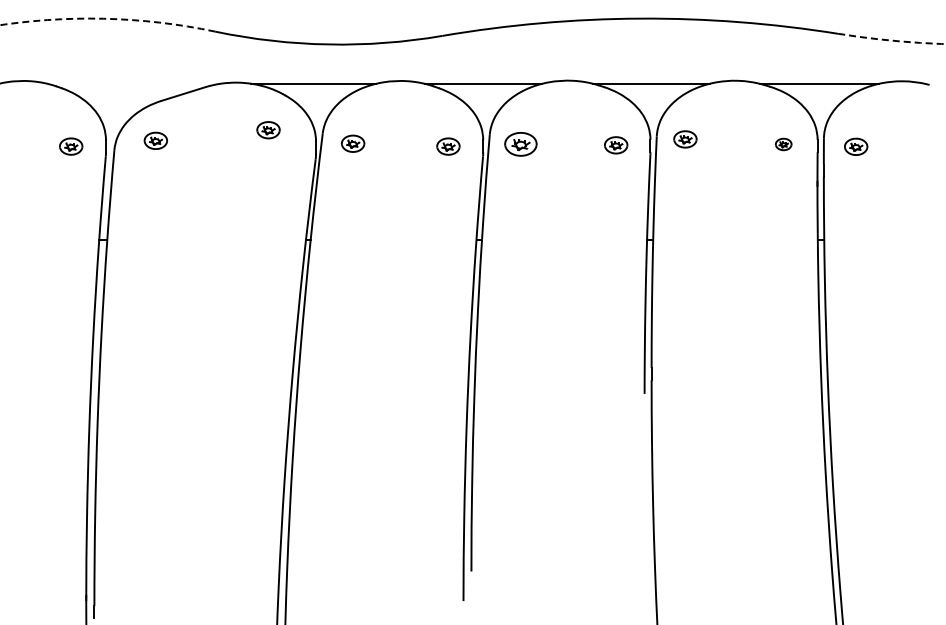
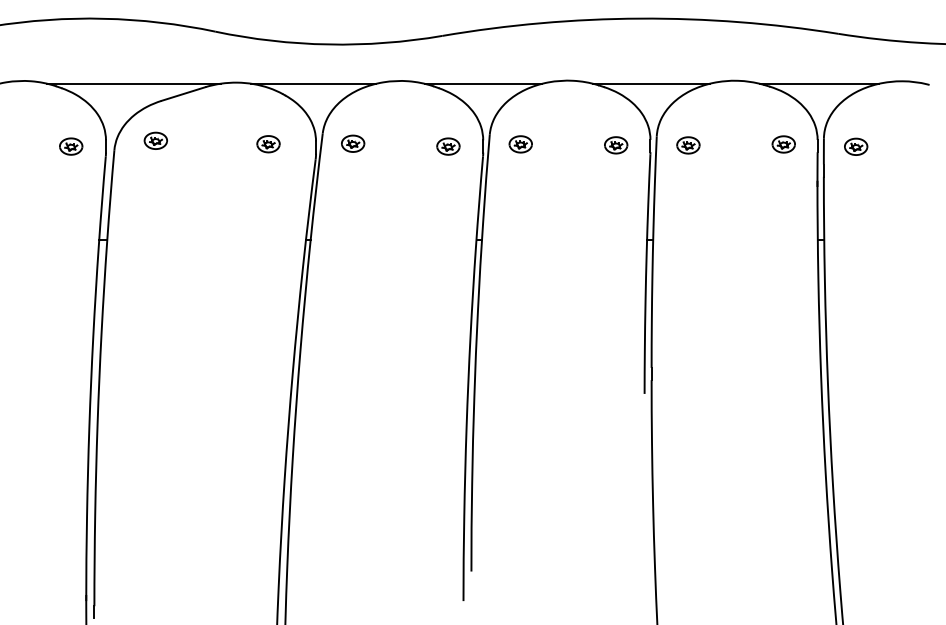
arc at (107, 18): dashed -> solid
arc at (892, 40): dashed -> solid
line at (133, 83): none -> present
part at (268, 130) position: (268, 130) -> (268, 144)
part at (685, 139) position: (685, 139) -> (688, 145)
part at (520, 144) size: 34x25 px -> 25x19 px
part at (783, 144) size: 18x15 px -> 25x19 px
